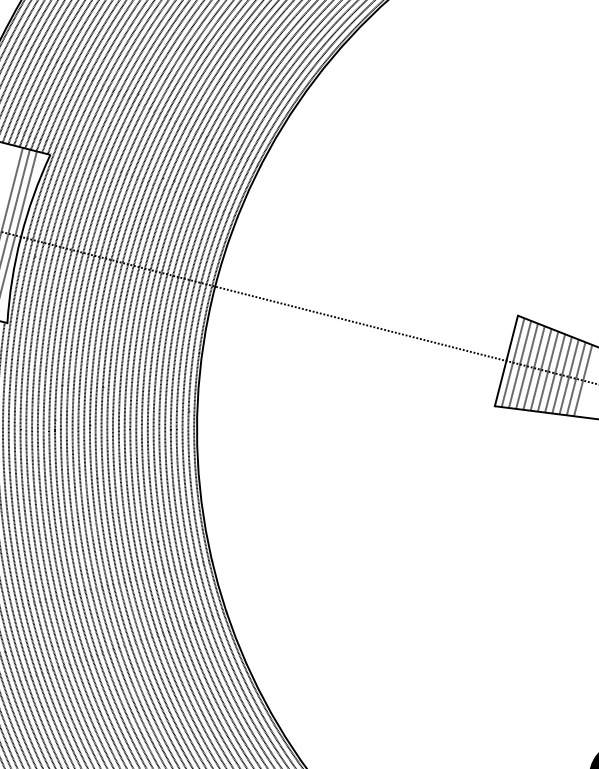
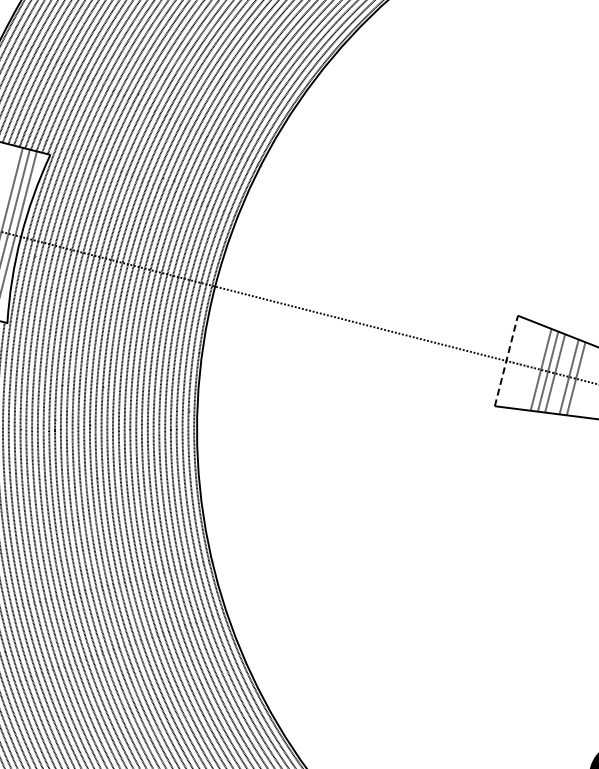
line at (506, 360): solid -> dashed
line at (512, 362): present -> none
line at (519, 364): present -> none
line at (526, 365): present -> none
line at (533, 367): present -> none
line at (561, 374): present -> none
line at (583, 380): present -> none
